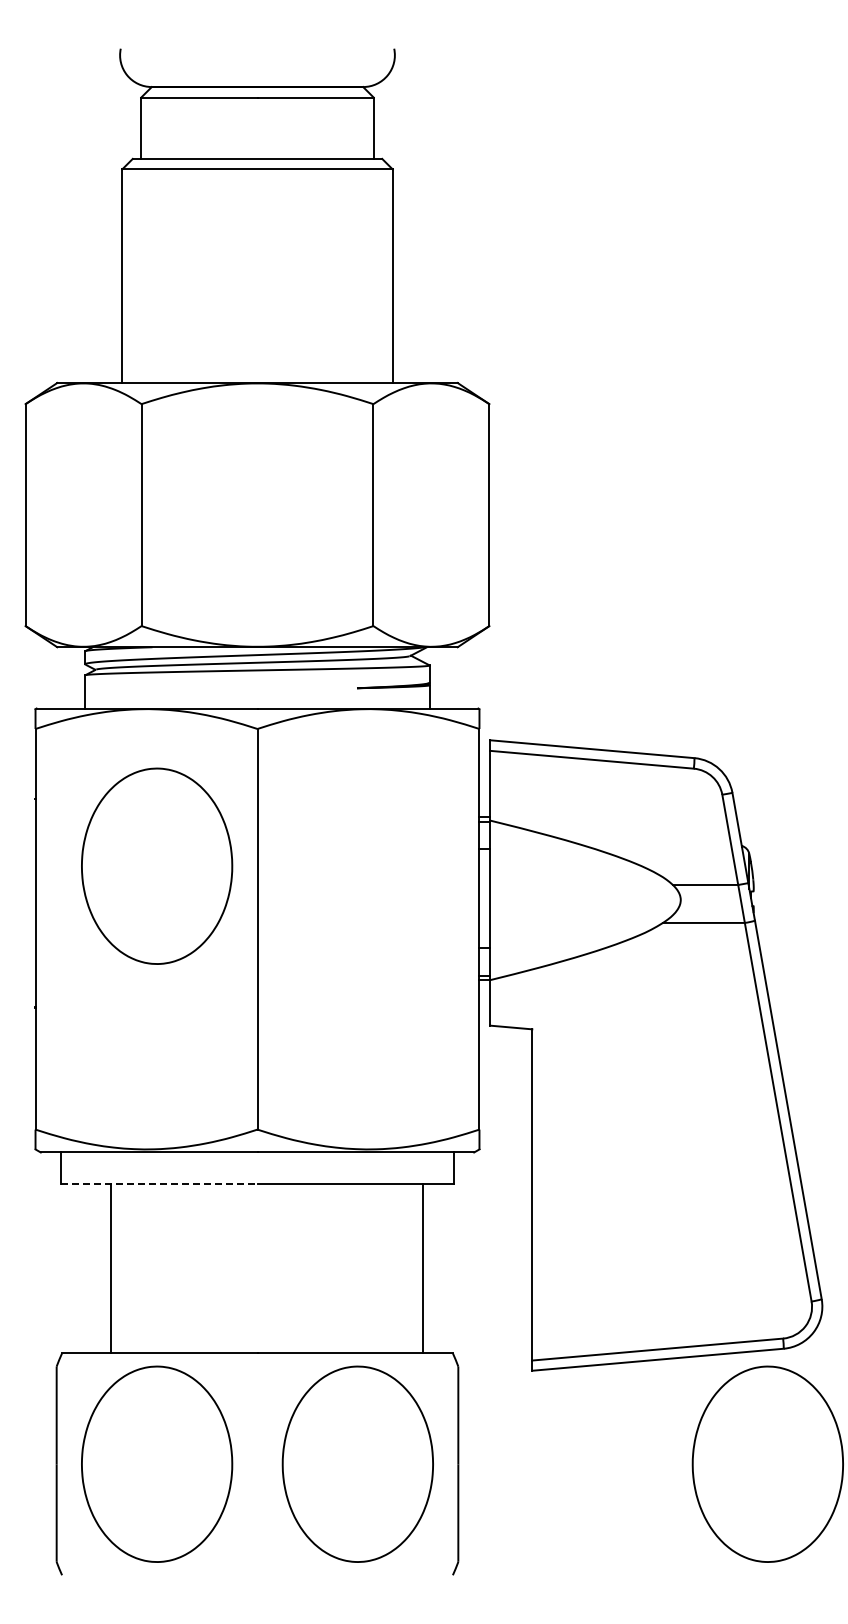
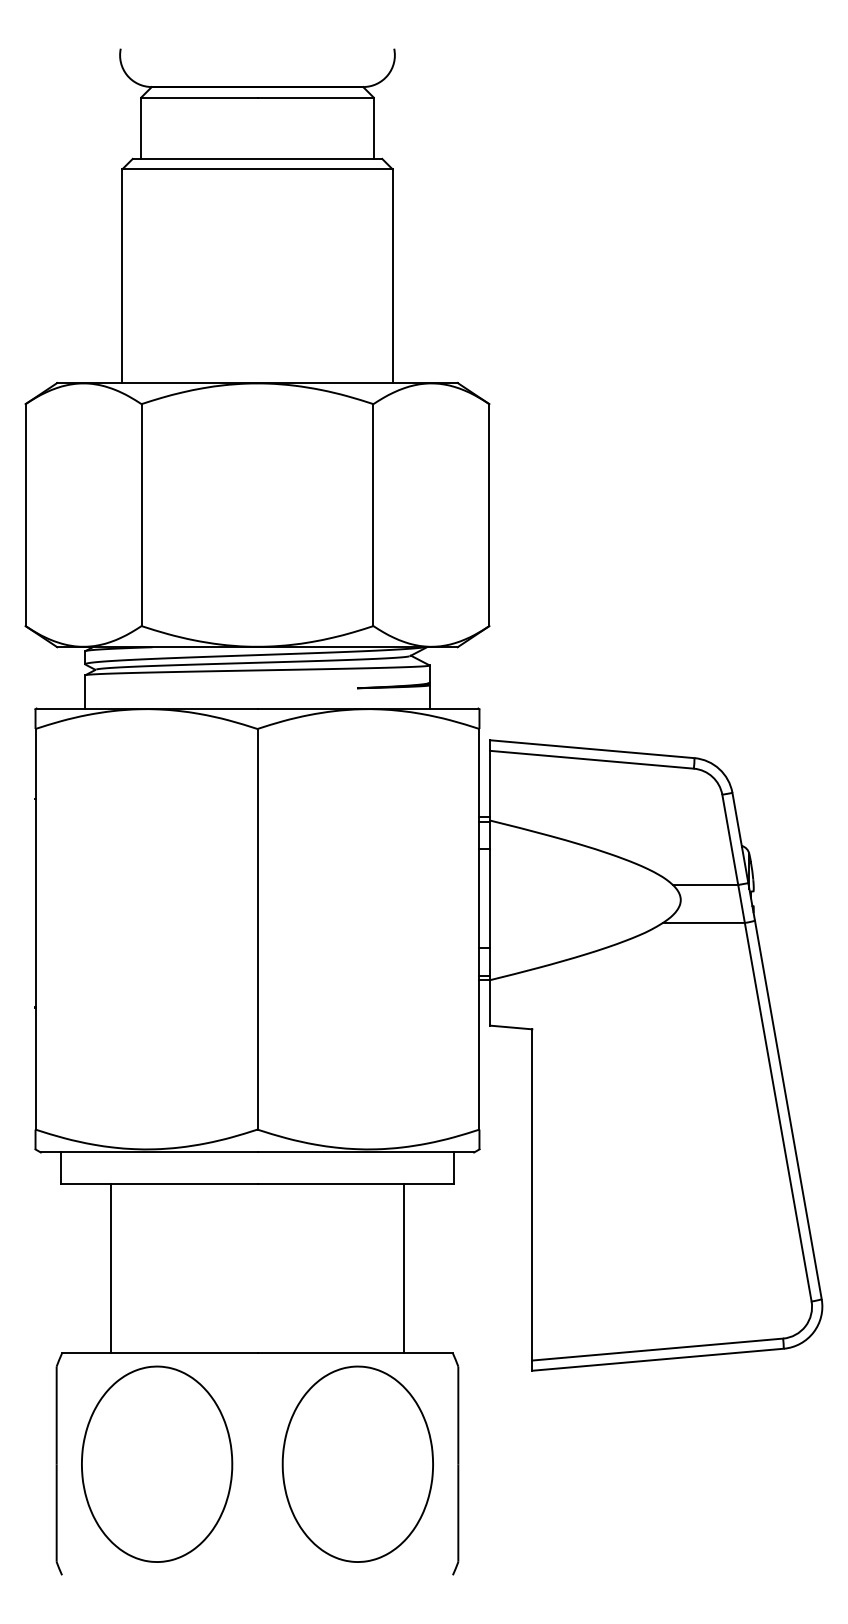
part at (157, 865): present -> none
line at (159, 1184): dashed -> solid
line at (423, 1268) position: (423, 1268) -> (404, 1268)
part at (767, 1463): present -> none
